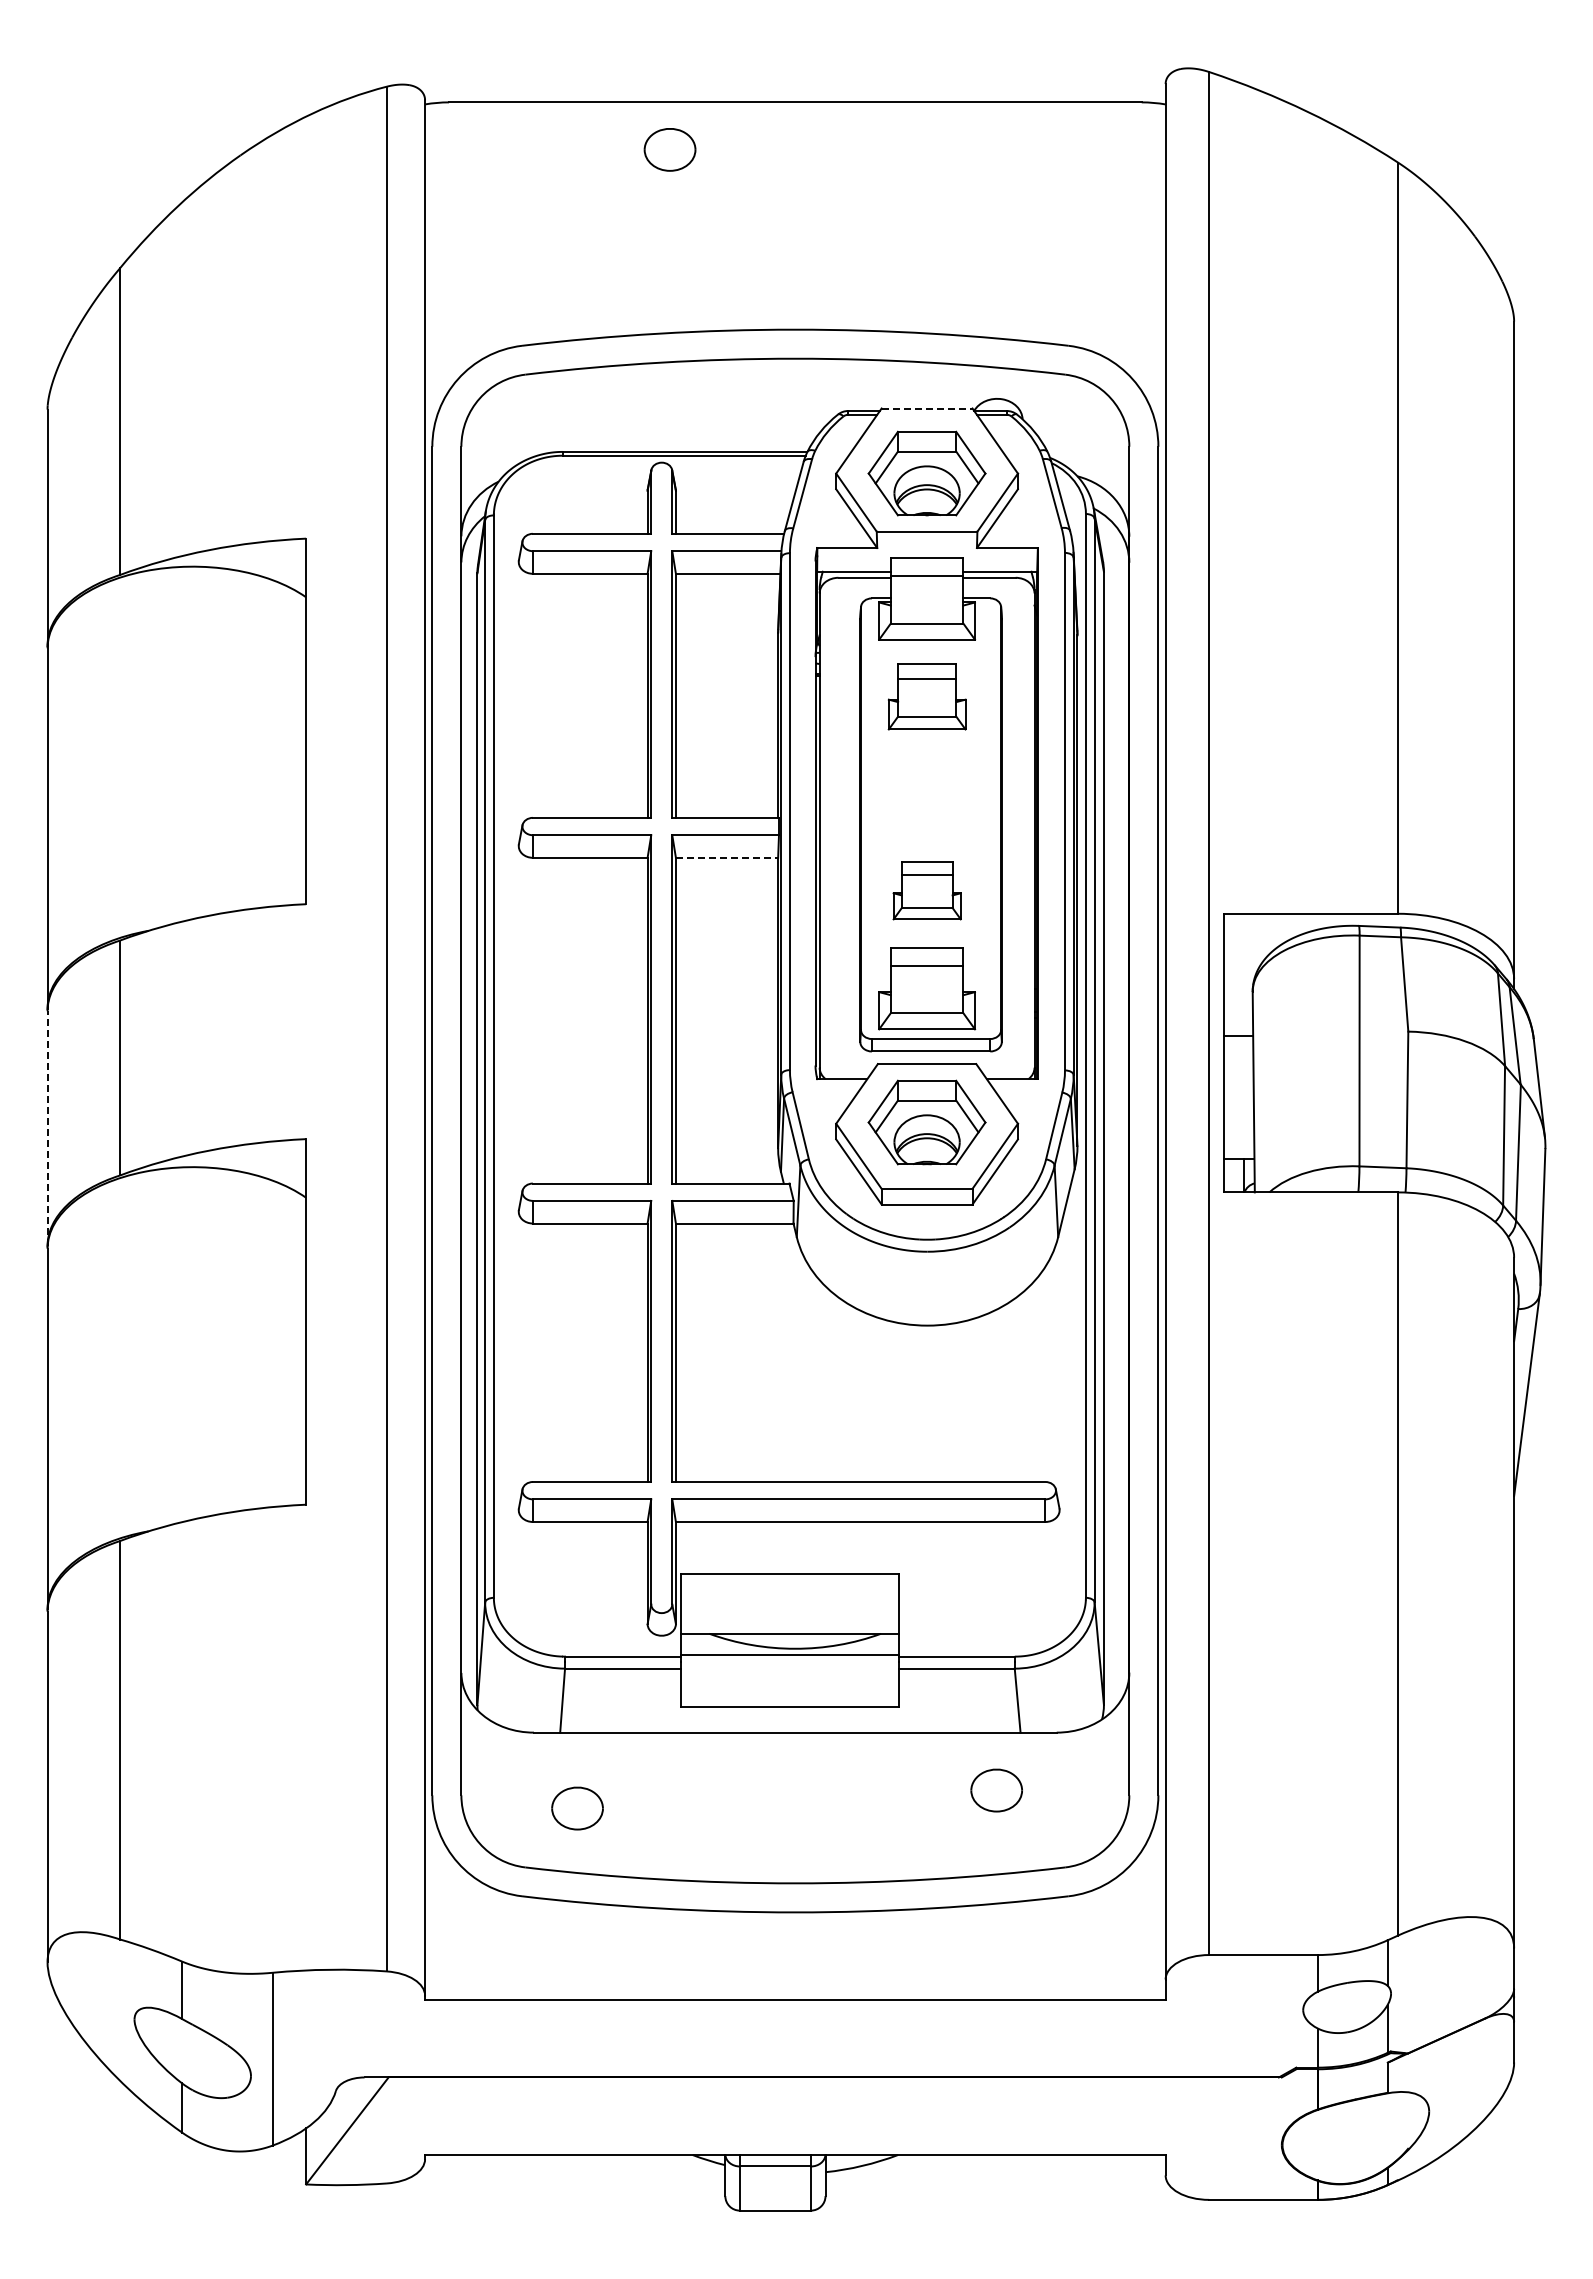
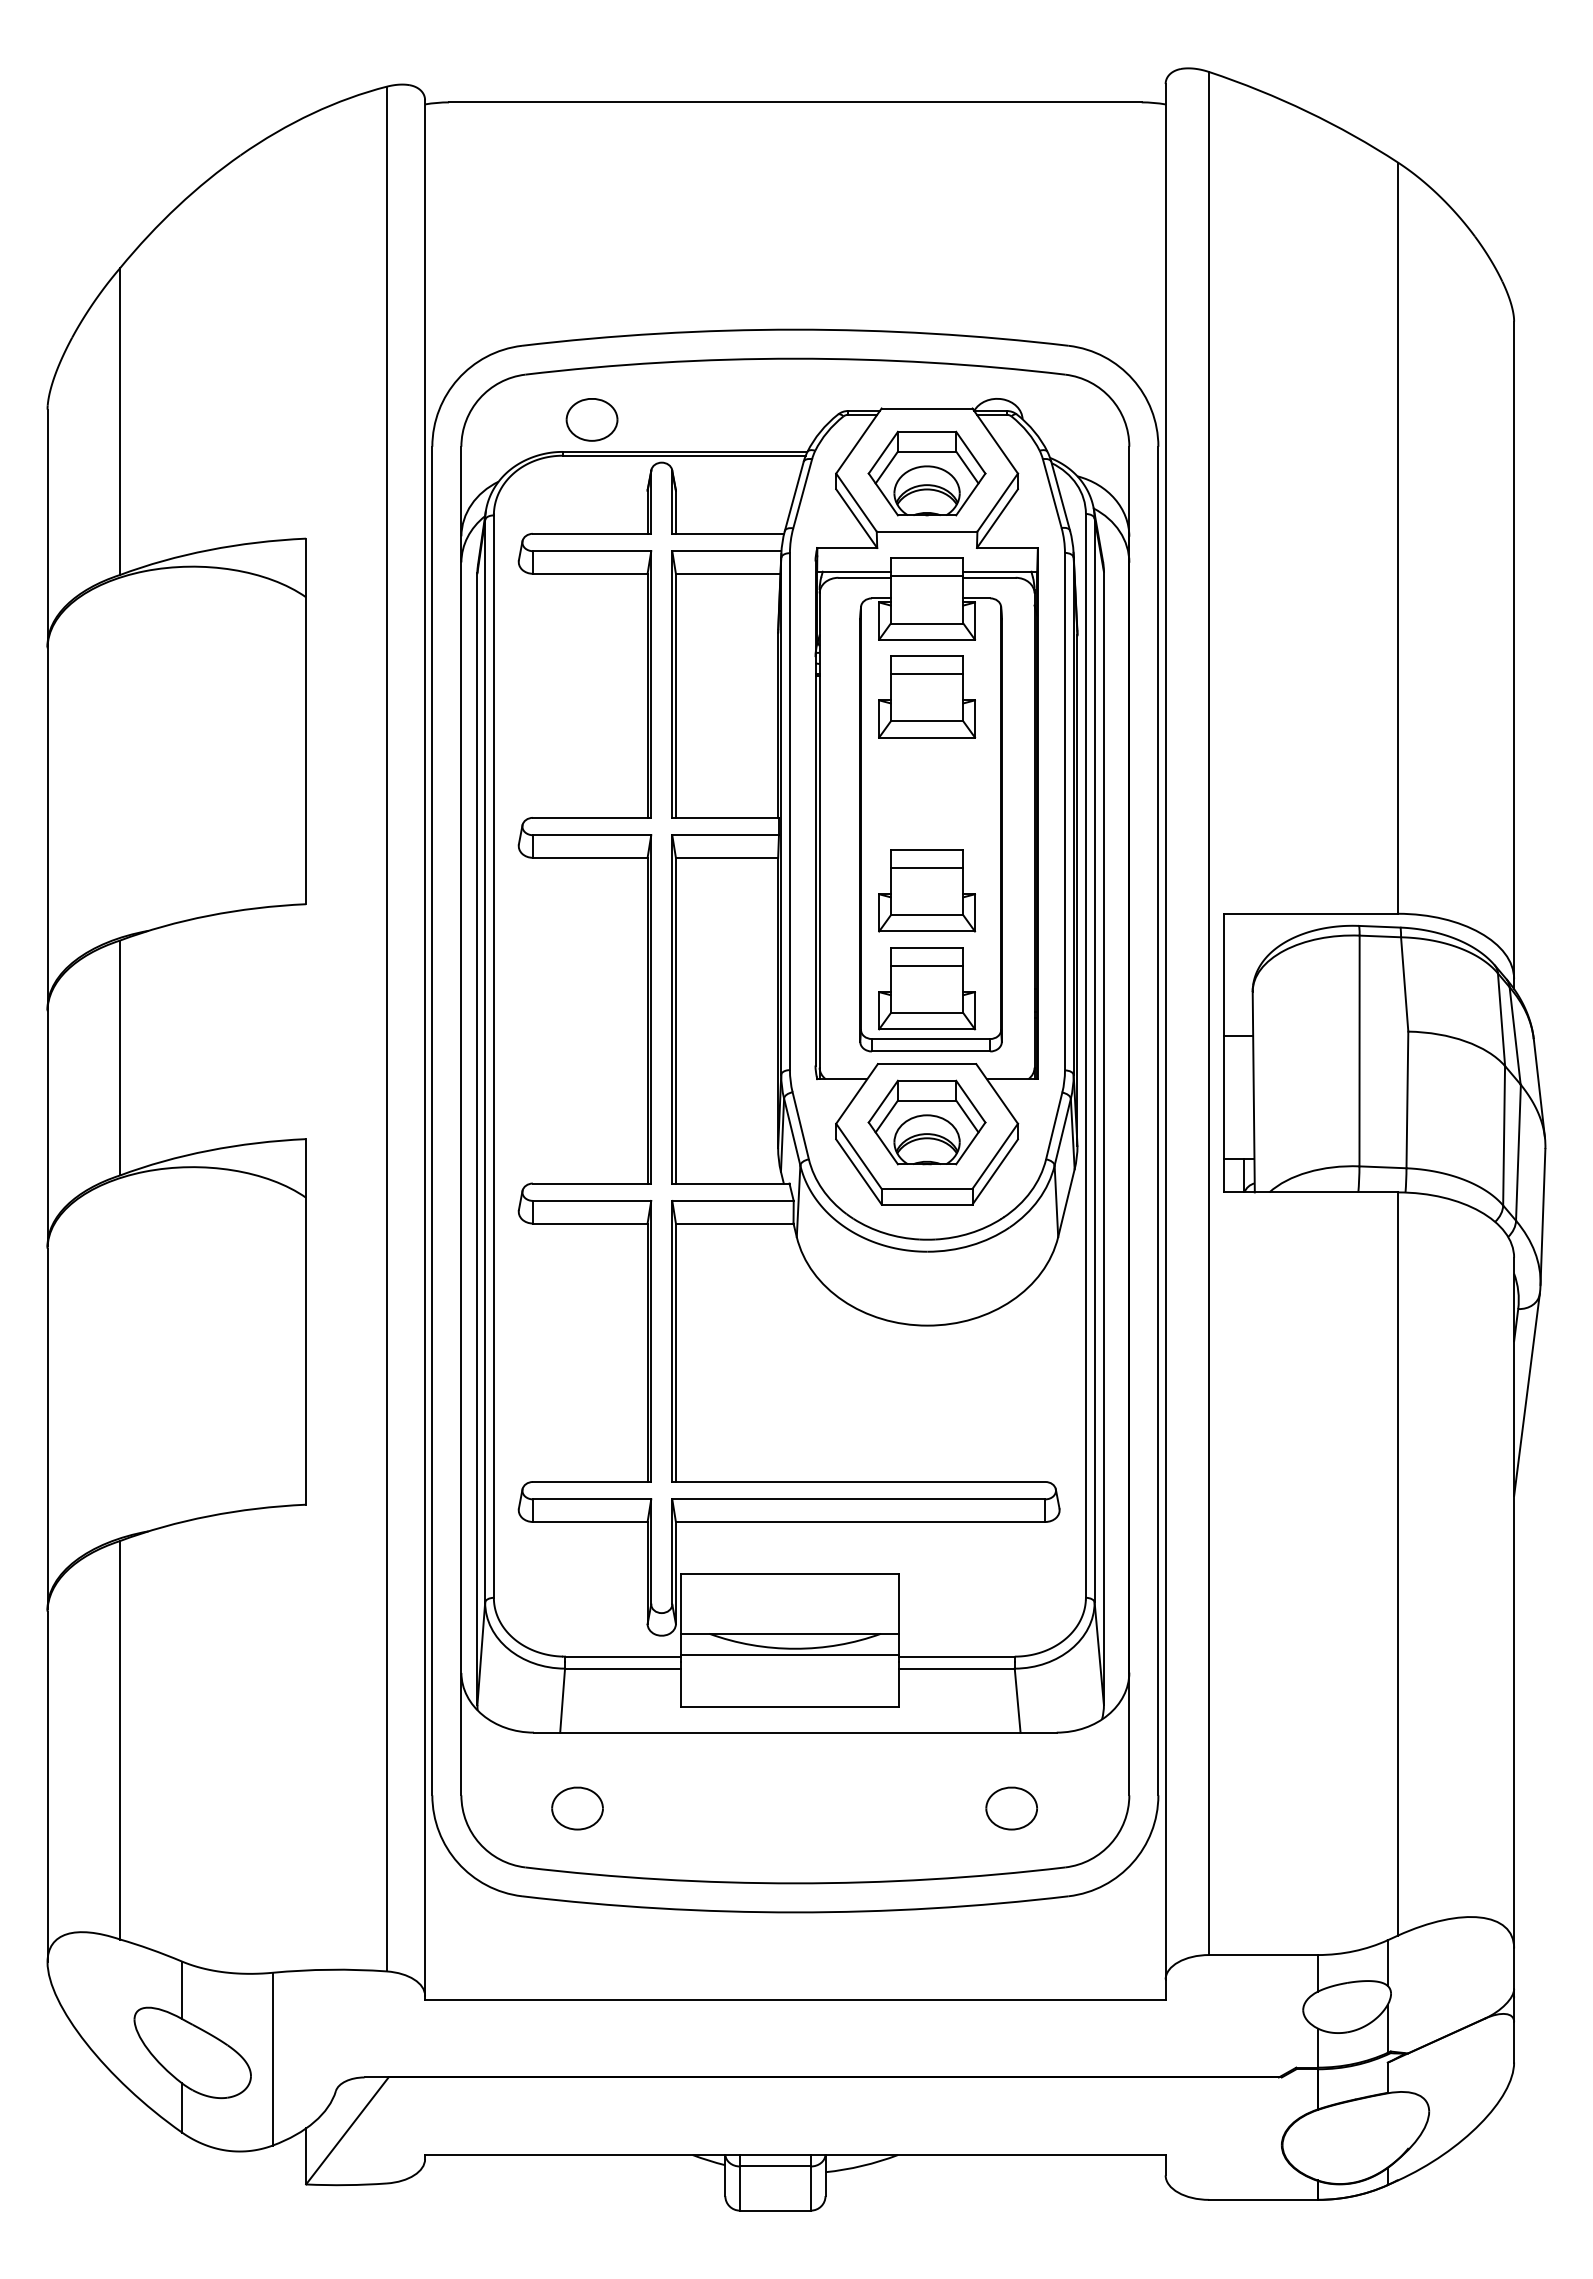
part at (669, 149) position: (669, 149) -> (591, 419)
line at (927, 408): dashed -> solid
part at (926, 696) size: 80x68 px -> 99x84 px
line at (727, 857): dashed -> solid
part at (926, 890) size: 70x60 px -> 99x84 px
line at (47, 1128): dashed -> solid
part at (996, 1790) position: (996, 1790) -> (1011, 1808)
